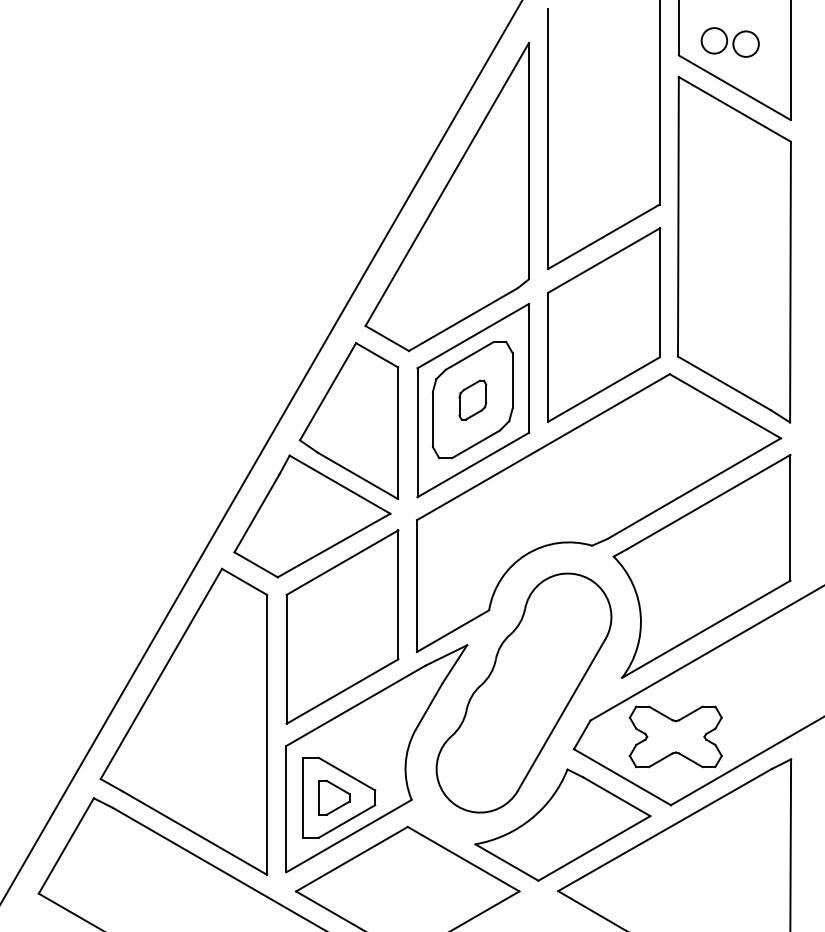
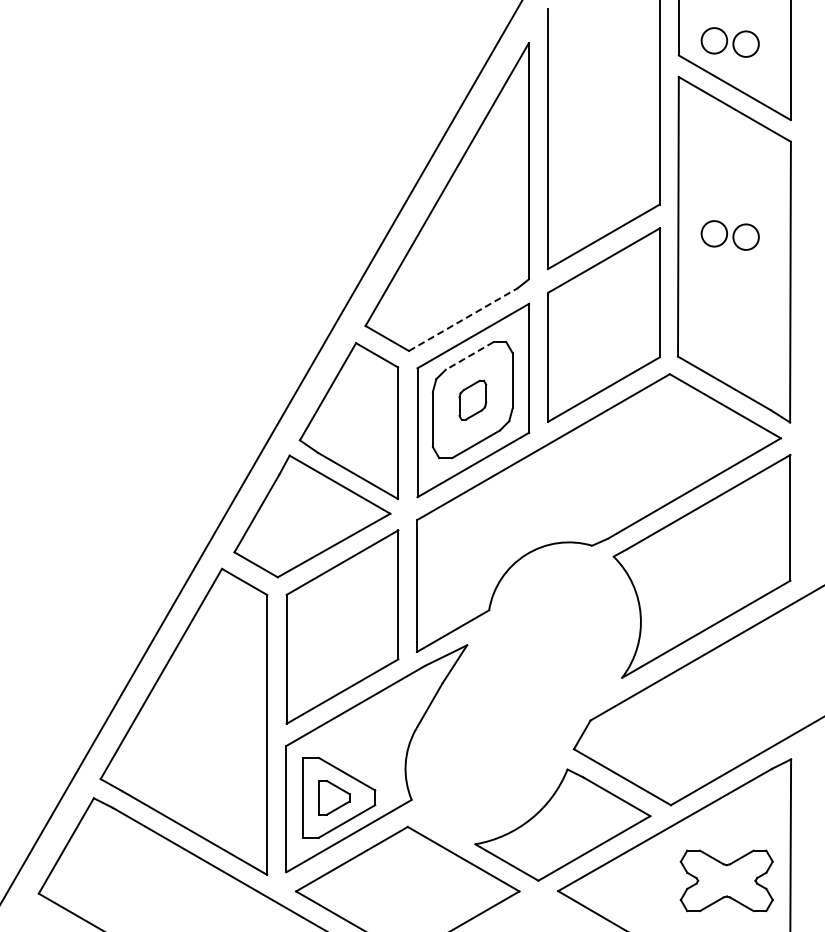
part at (729, 235): none -> present
line at (463, 319): solid -> dashed
line at (469, 355): solid -> dashed
part at (523, 692): present -> none
part at (675, 736) position: (675, 736) -> (726, 880)
